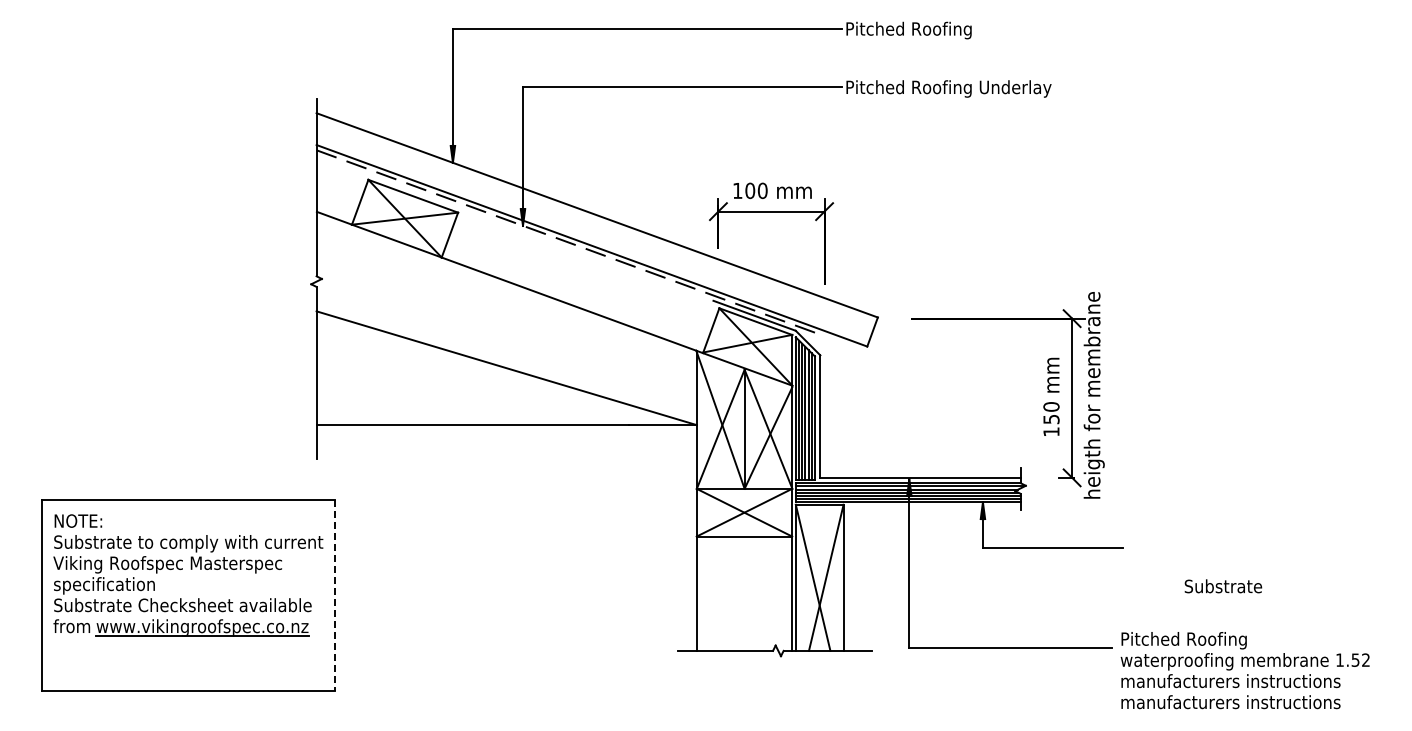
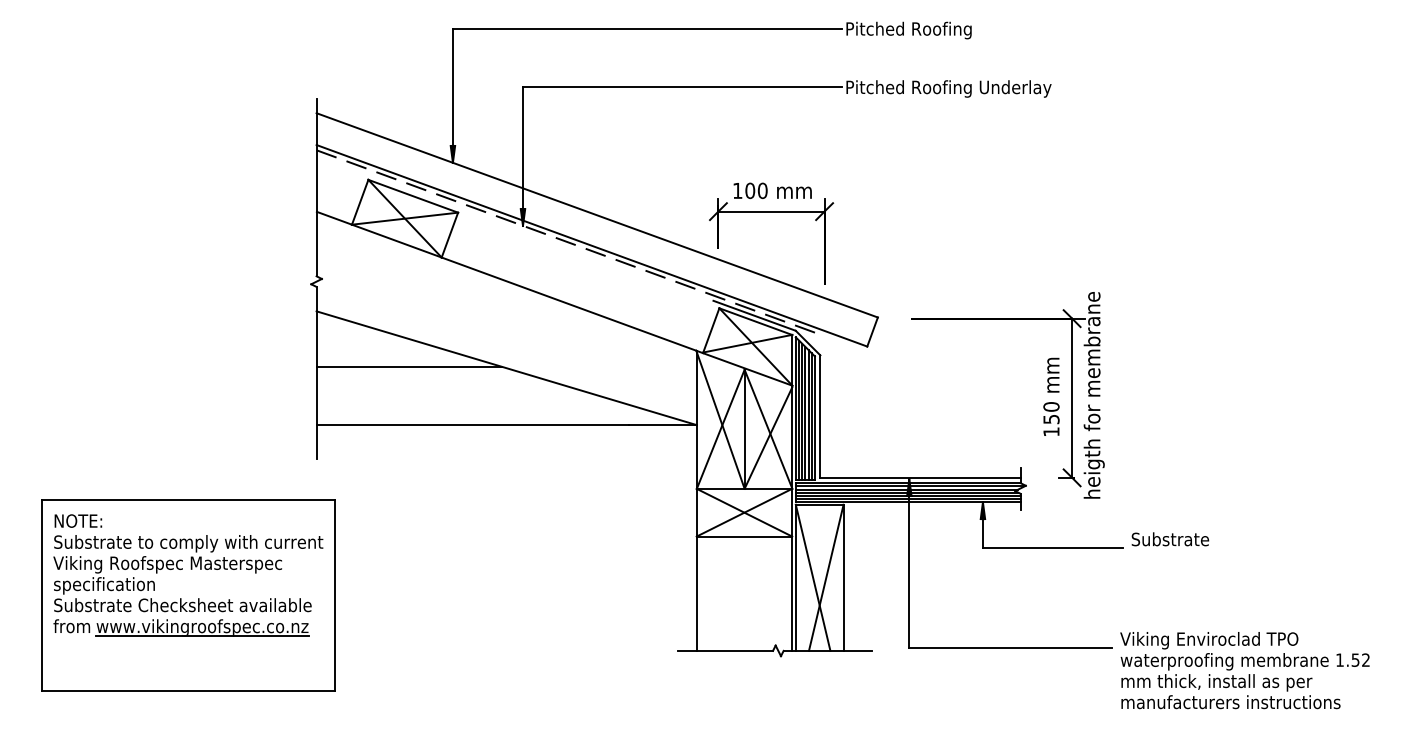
line at (408, 366): none -> present
text at (1223, 586) position: (1223, 586) -> (1170, 539)
line at (334, 595): dashed -> solid
text at (1209, 640): Pitched Roofing -> Viking Enviroclad TPO
text at (1238, 682): manufacturers instructions -> mm thick, install as per
